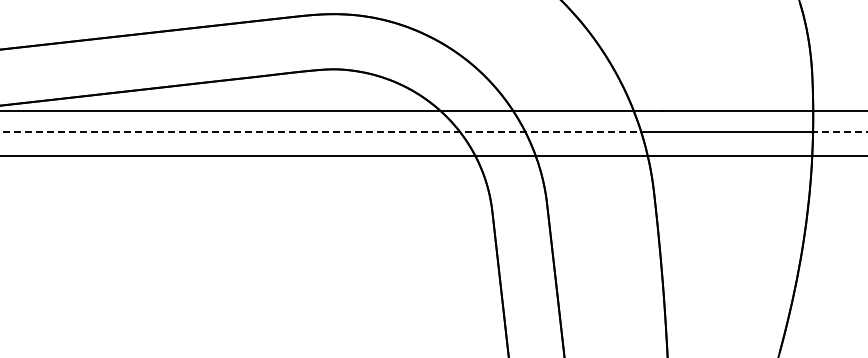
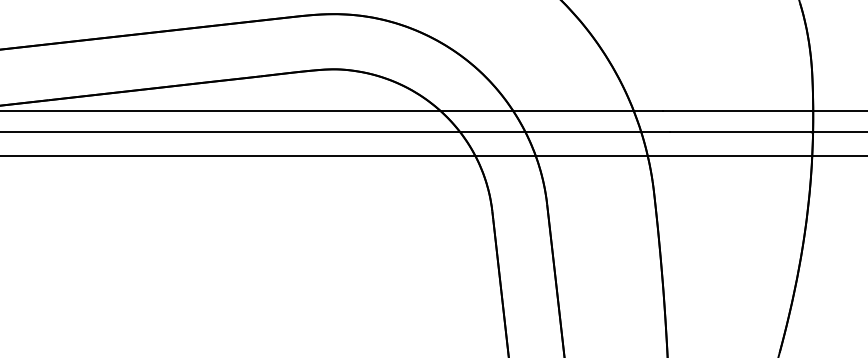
line at (321, 131): dashed -> solid
line at (839, 131): dashed -> solid
